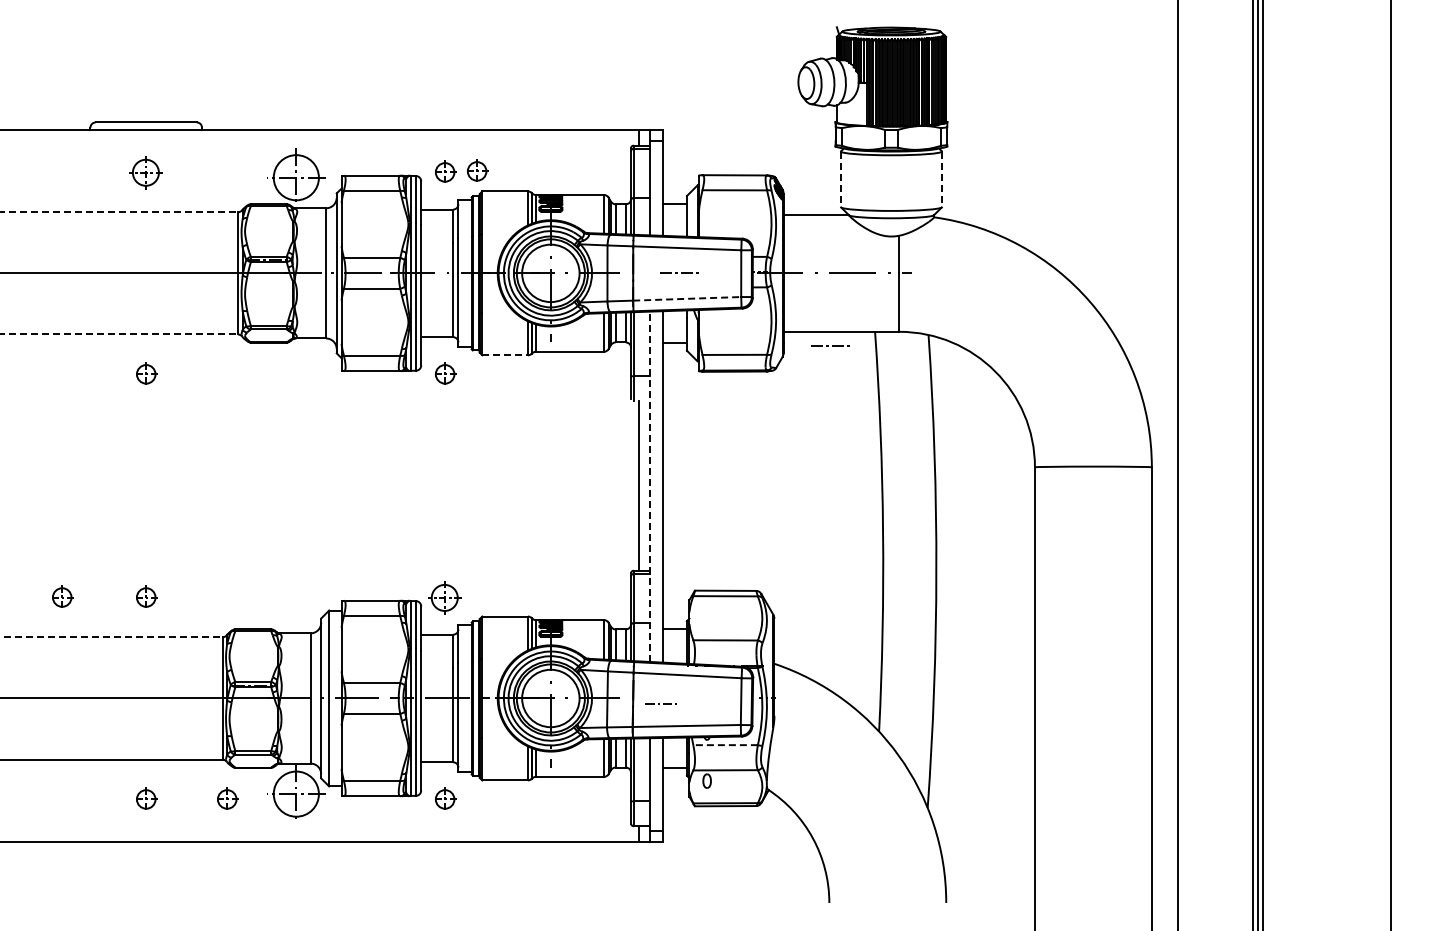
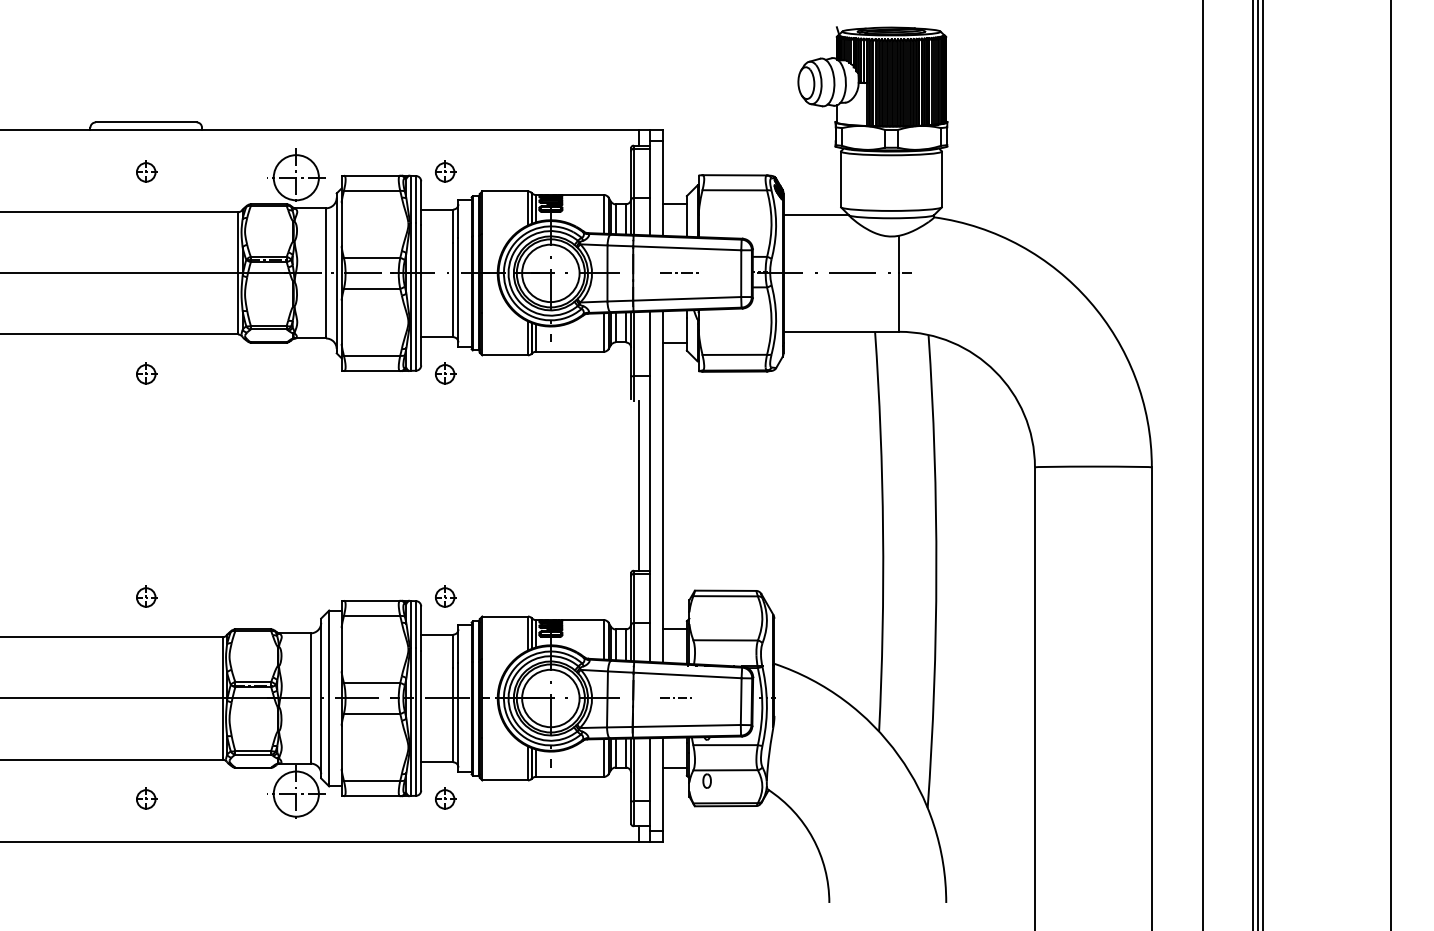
part at (477, 170): present -> none
part at (145, 172) size: 34x34 px -> 22x23 px
line at (841, 179): dashed -> solid
line at (941, 179): dashed -> solid
line at (119, 212): dashed -> solid
line at (687, 298): dashed -> solid
line at (119, 334): dashed -> solid
line at (828, 345): present -> none
line at (505, 355): dashed -> solid
line at (1178, 464) position: (1178, 464) -> (1203, 464)
line at (649, 486): dashed -> solid
part at (62, 596): present -> none
part at (444, 597) size: 34x34 px -> 22x23 px
line at (111, 637): dashed -> solid
line at (659, 703) position: (659, 703) -> (674, 697)
line at (725, 745): dashed -> solid
part at (227, 798): present -> none
